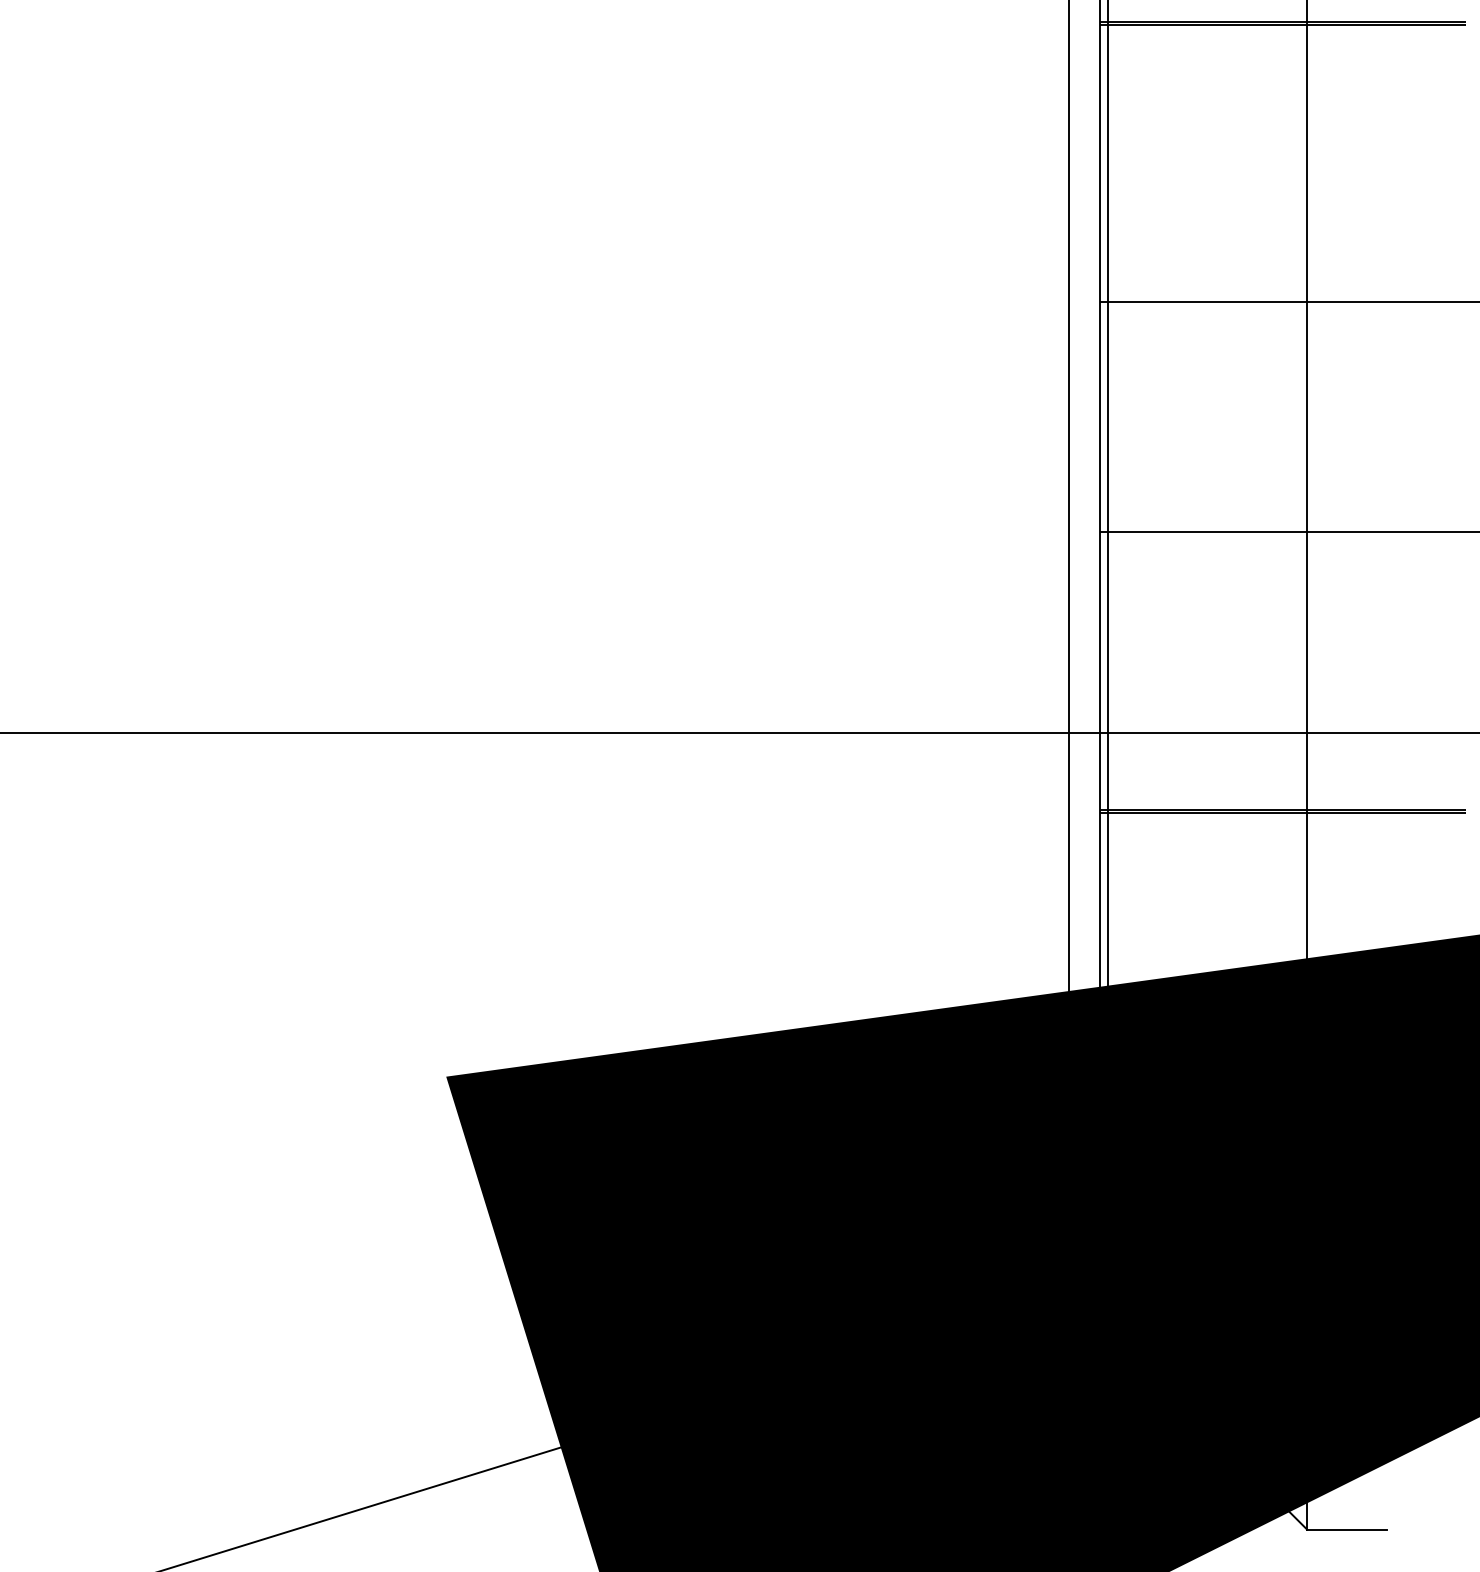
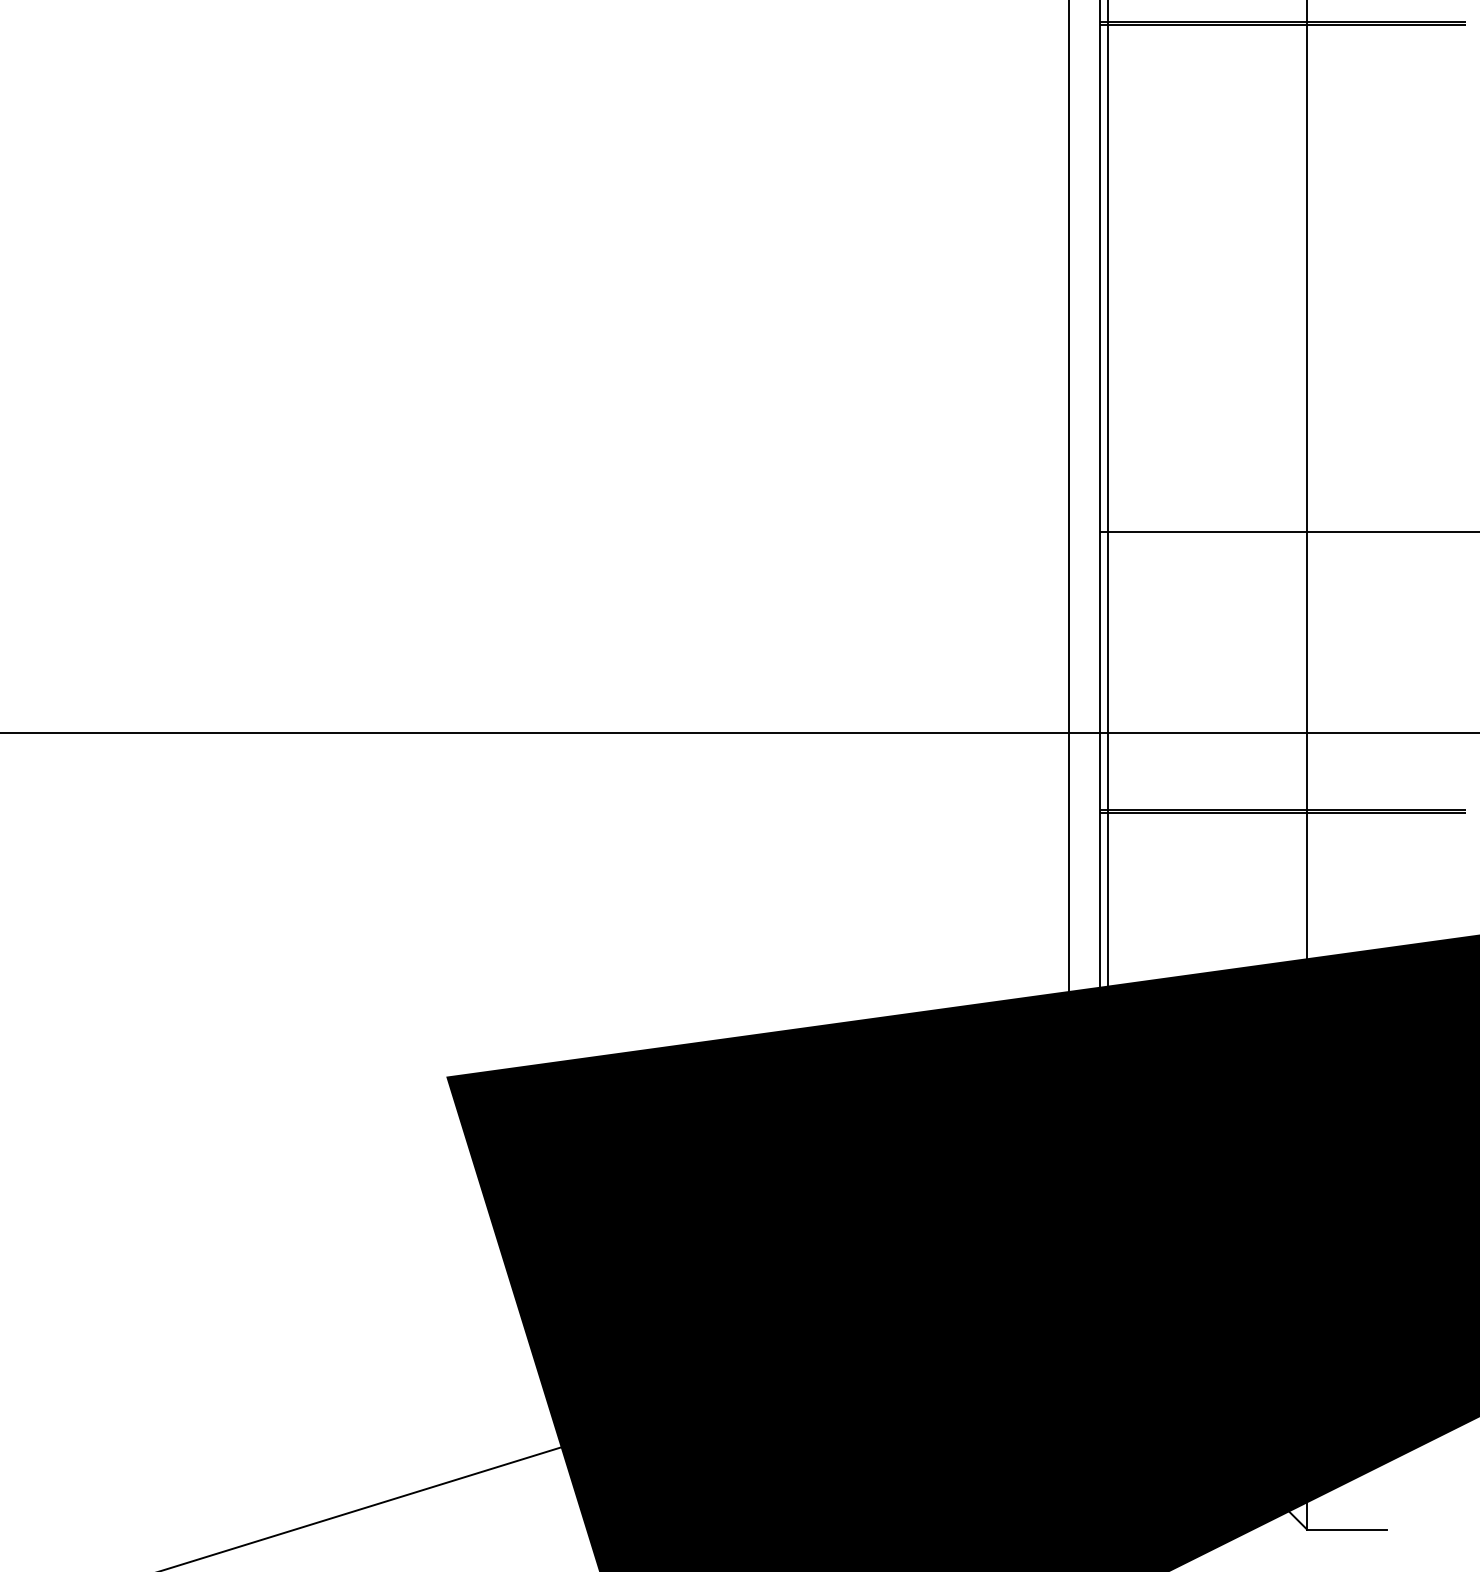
line at (1288, 302): present -> none
